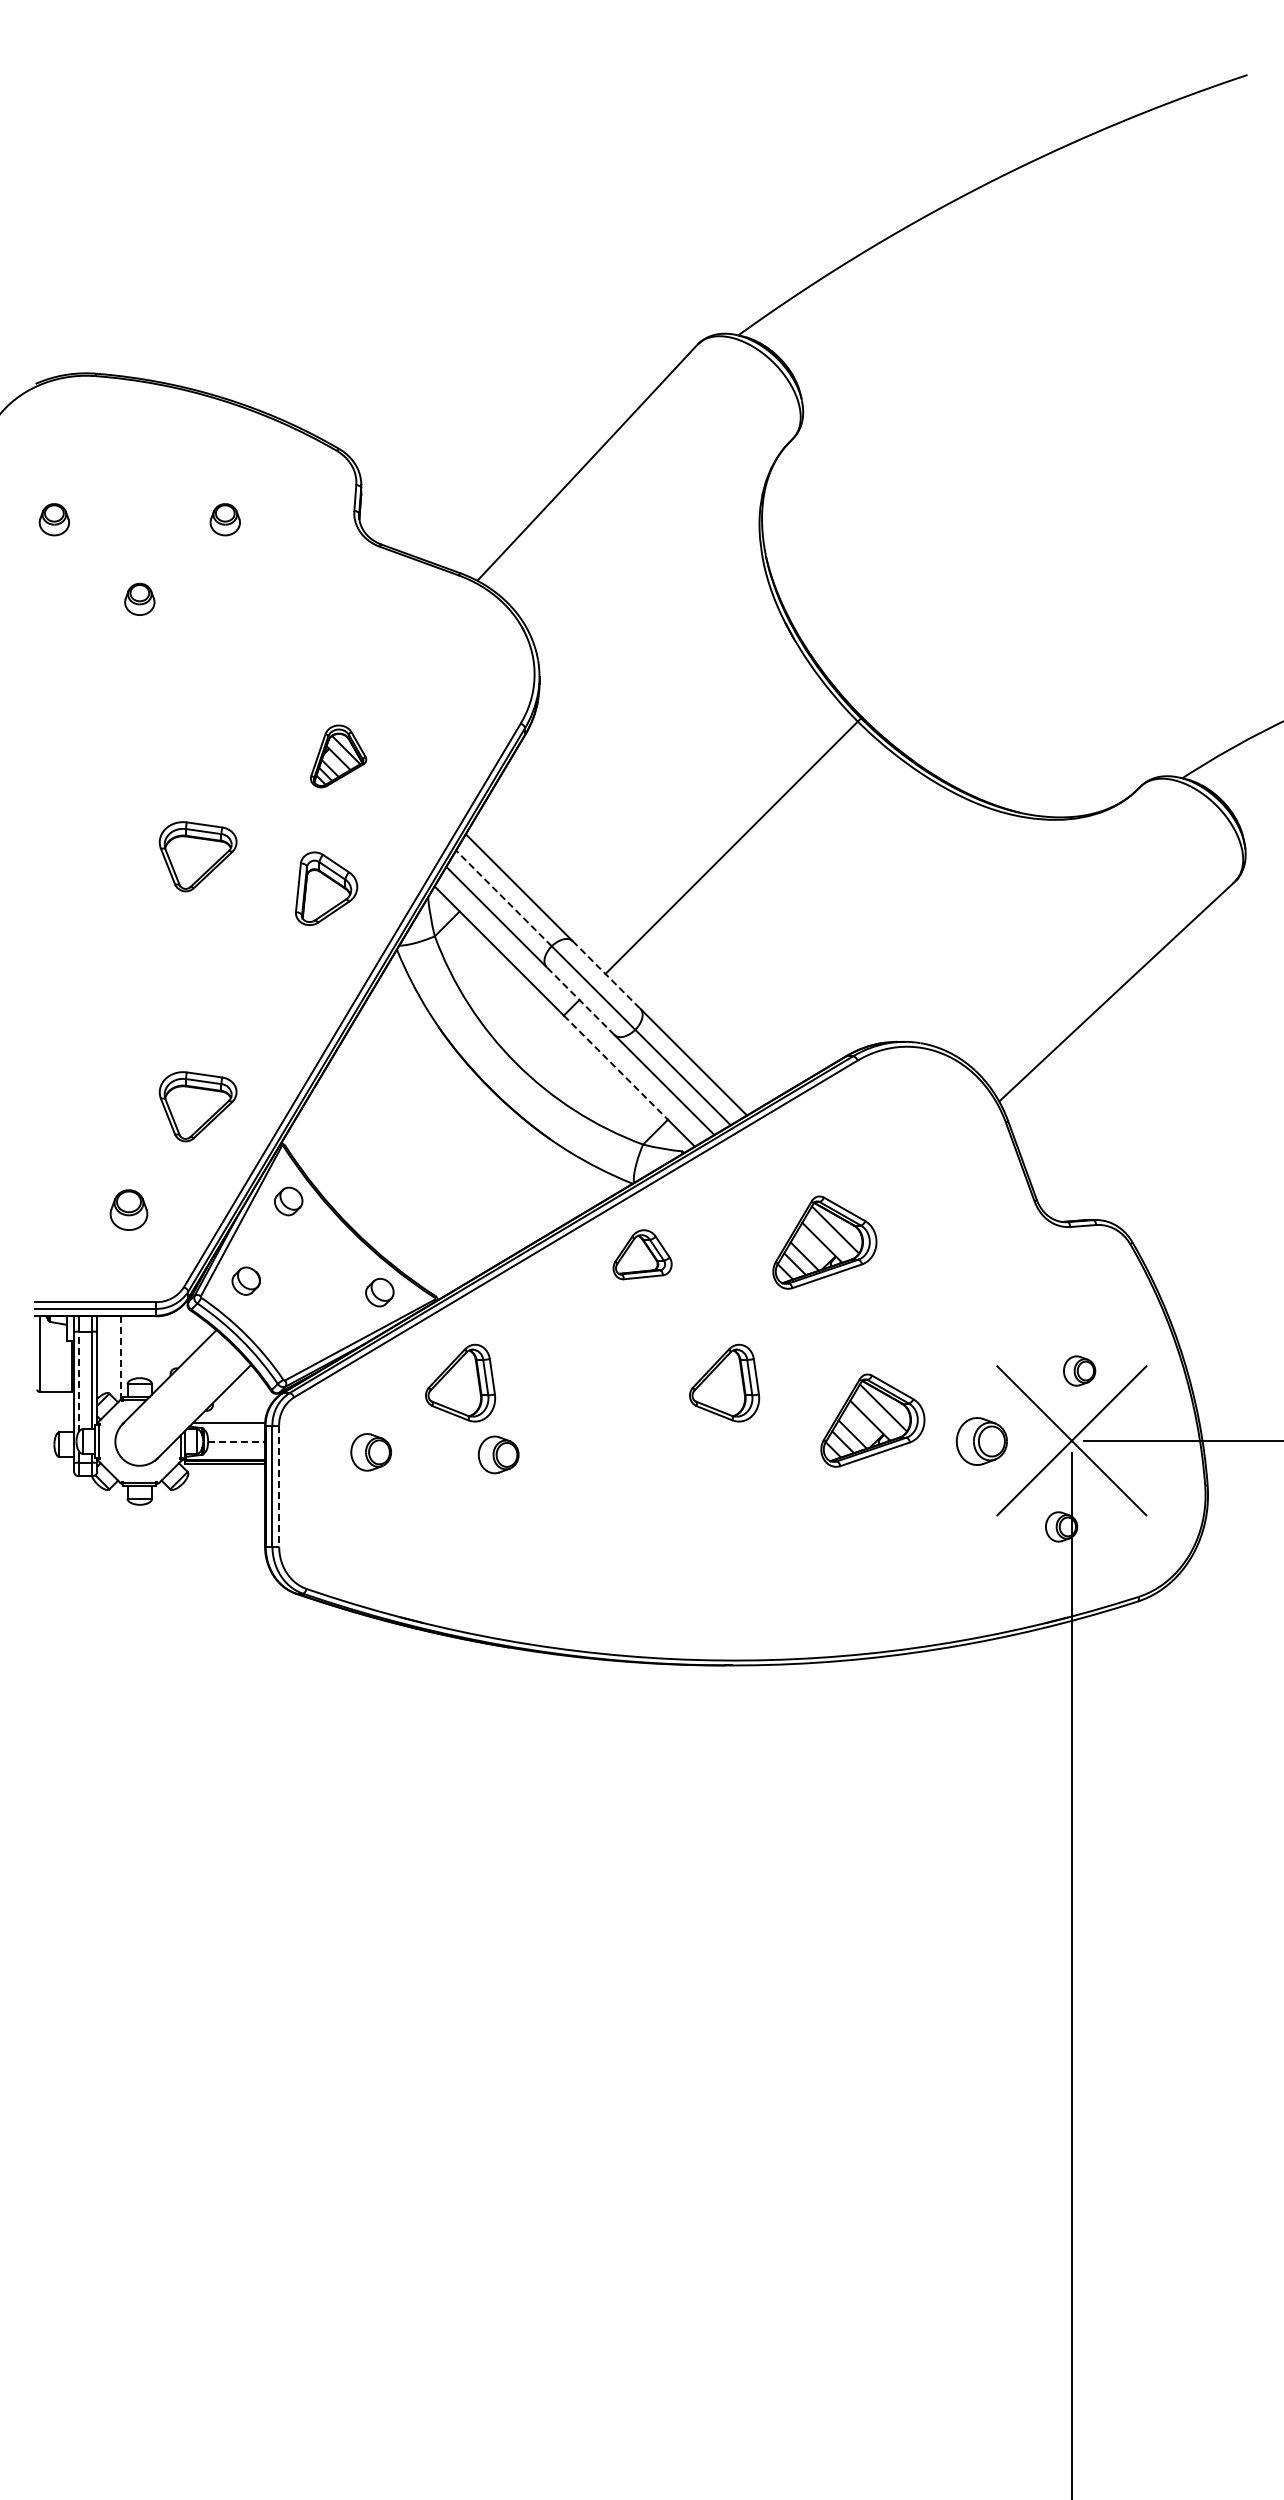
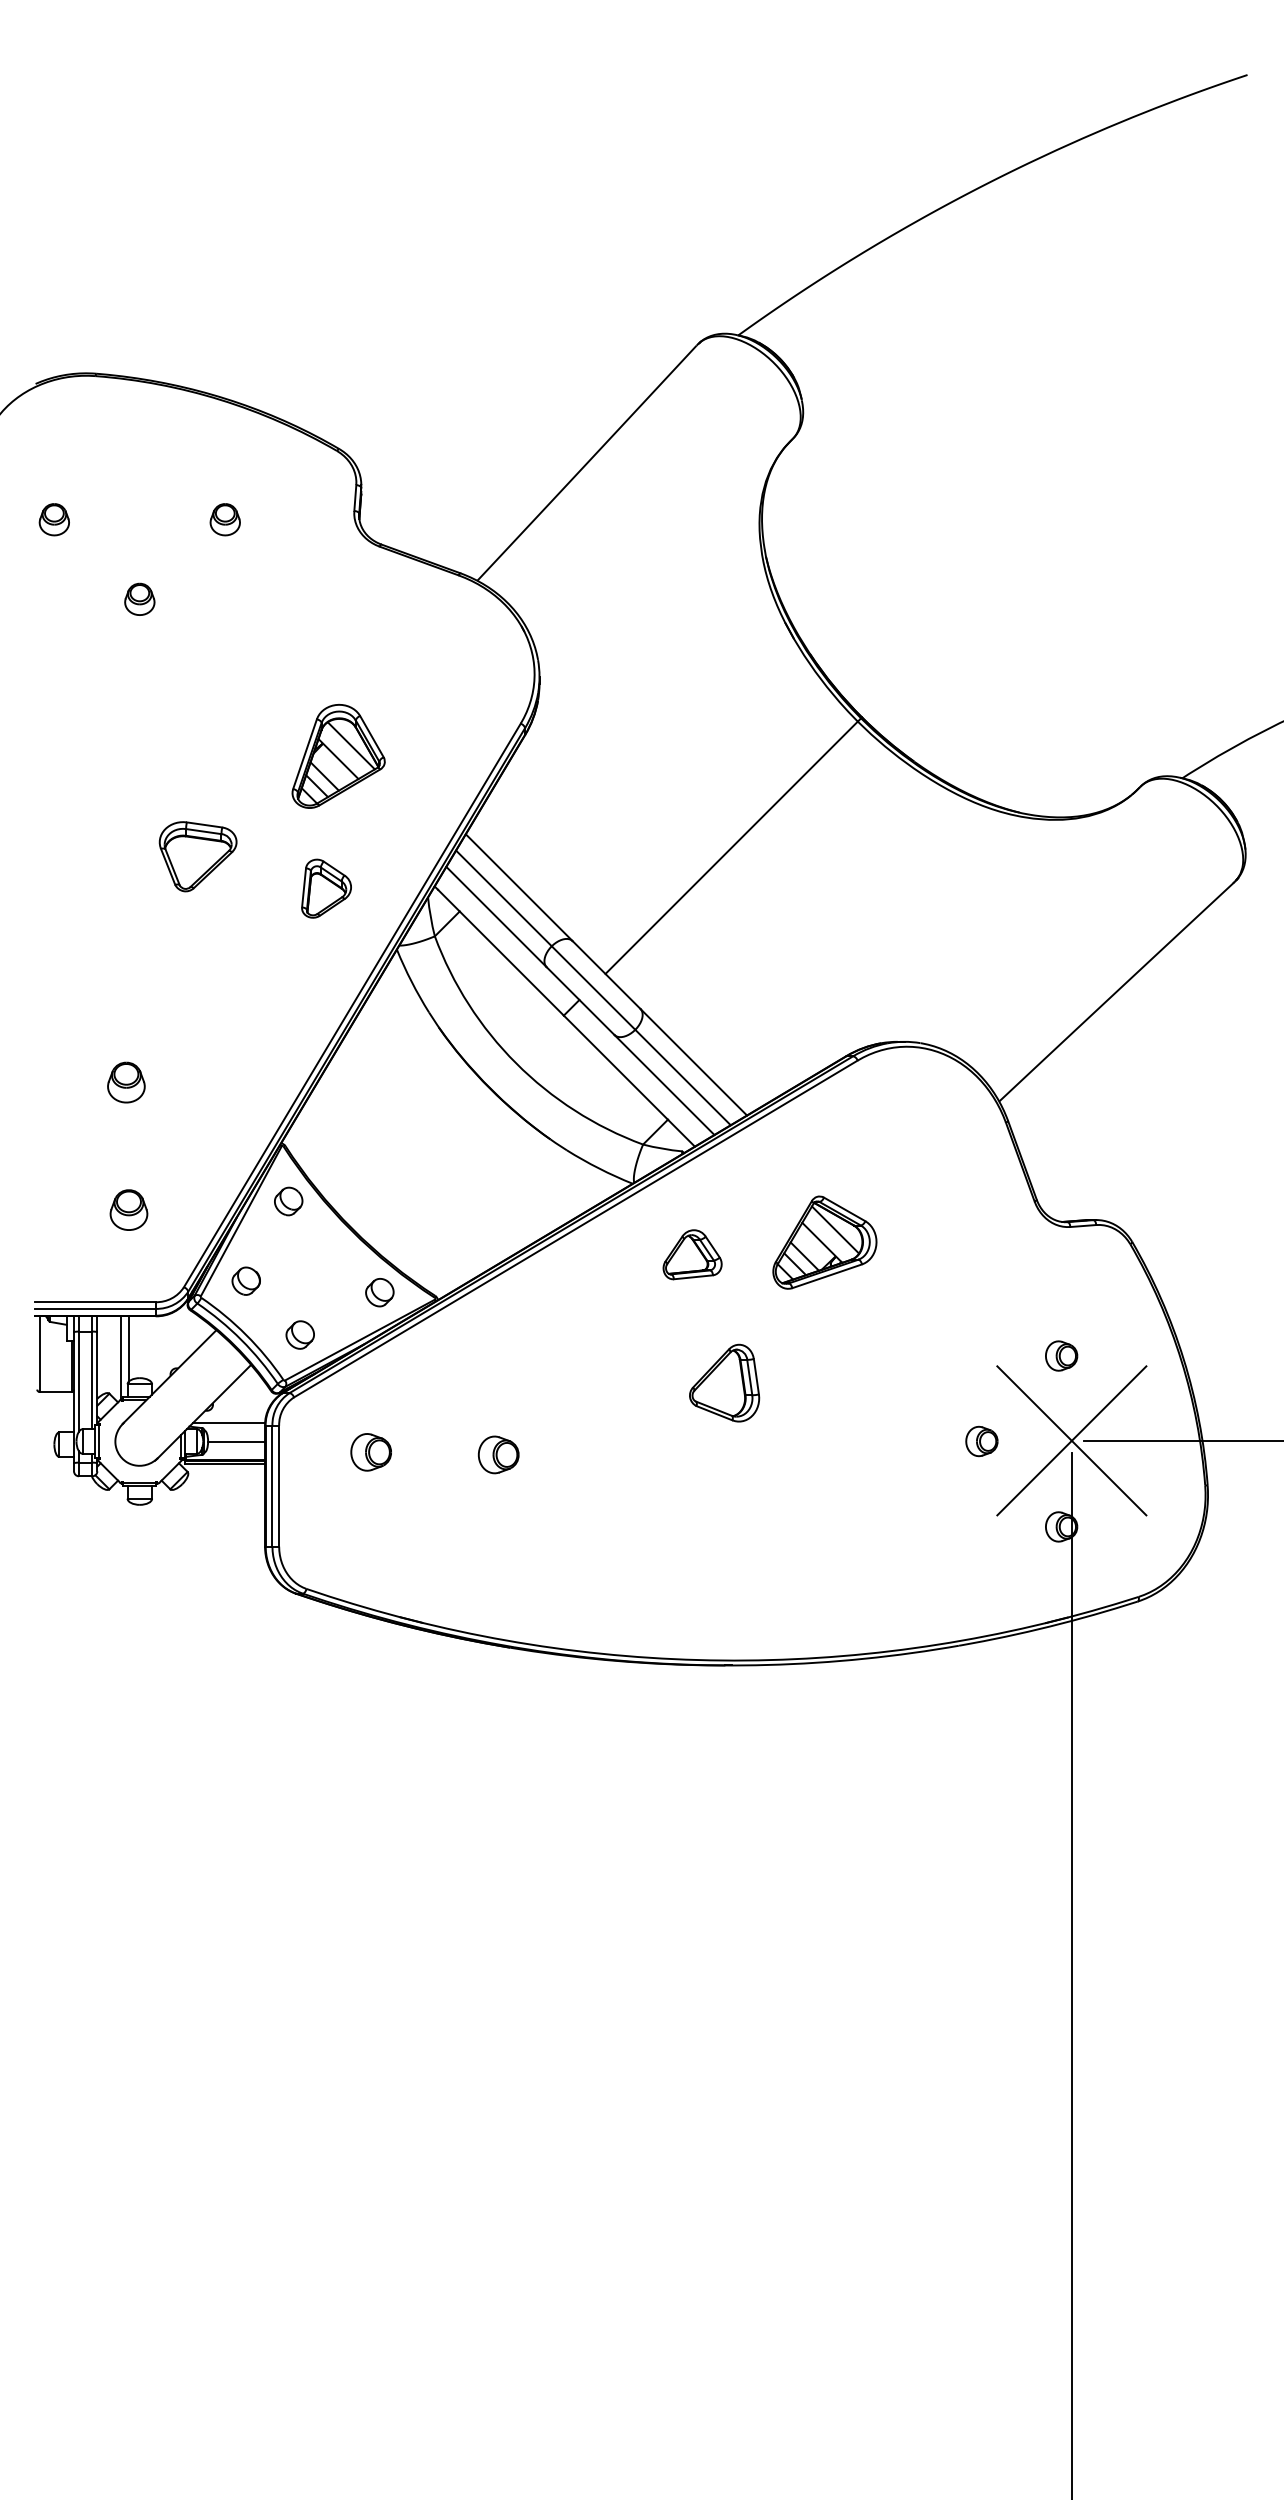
part at (338, 756) size: 58x65 px -> 95x105 px
part at (326, 888) size: 64x75 px -> 51x61 px
line at (503, 898): dashed -> solid
line at (606, 975): dashed -> solid
line at (580, 1000): dashed -> solid
line at (615, 1067): dashed -> solid
part at (126, 1082): none -> present
part at (197, 1106): present -> none
part at (642, 1254) position: (642, 1254) -> (692, 1254)
part at (299, 1334): none -> present
line at (128, 1348): none -> present
line at (121, 1358): dashed -> solid
part at (1079, 1370) position: (1079, 1370) -> (1061, 1355)
line at (78, 1381): dashed -> solid
part at (460, 1382): present -> none
part at (872, 1420): present -> none
line at (237, 1441): dashed -> solid
part at (981, 1441) size: 53x49 px -> 34x33 px
line at (279, 1486): dashed -> solid
